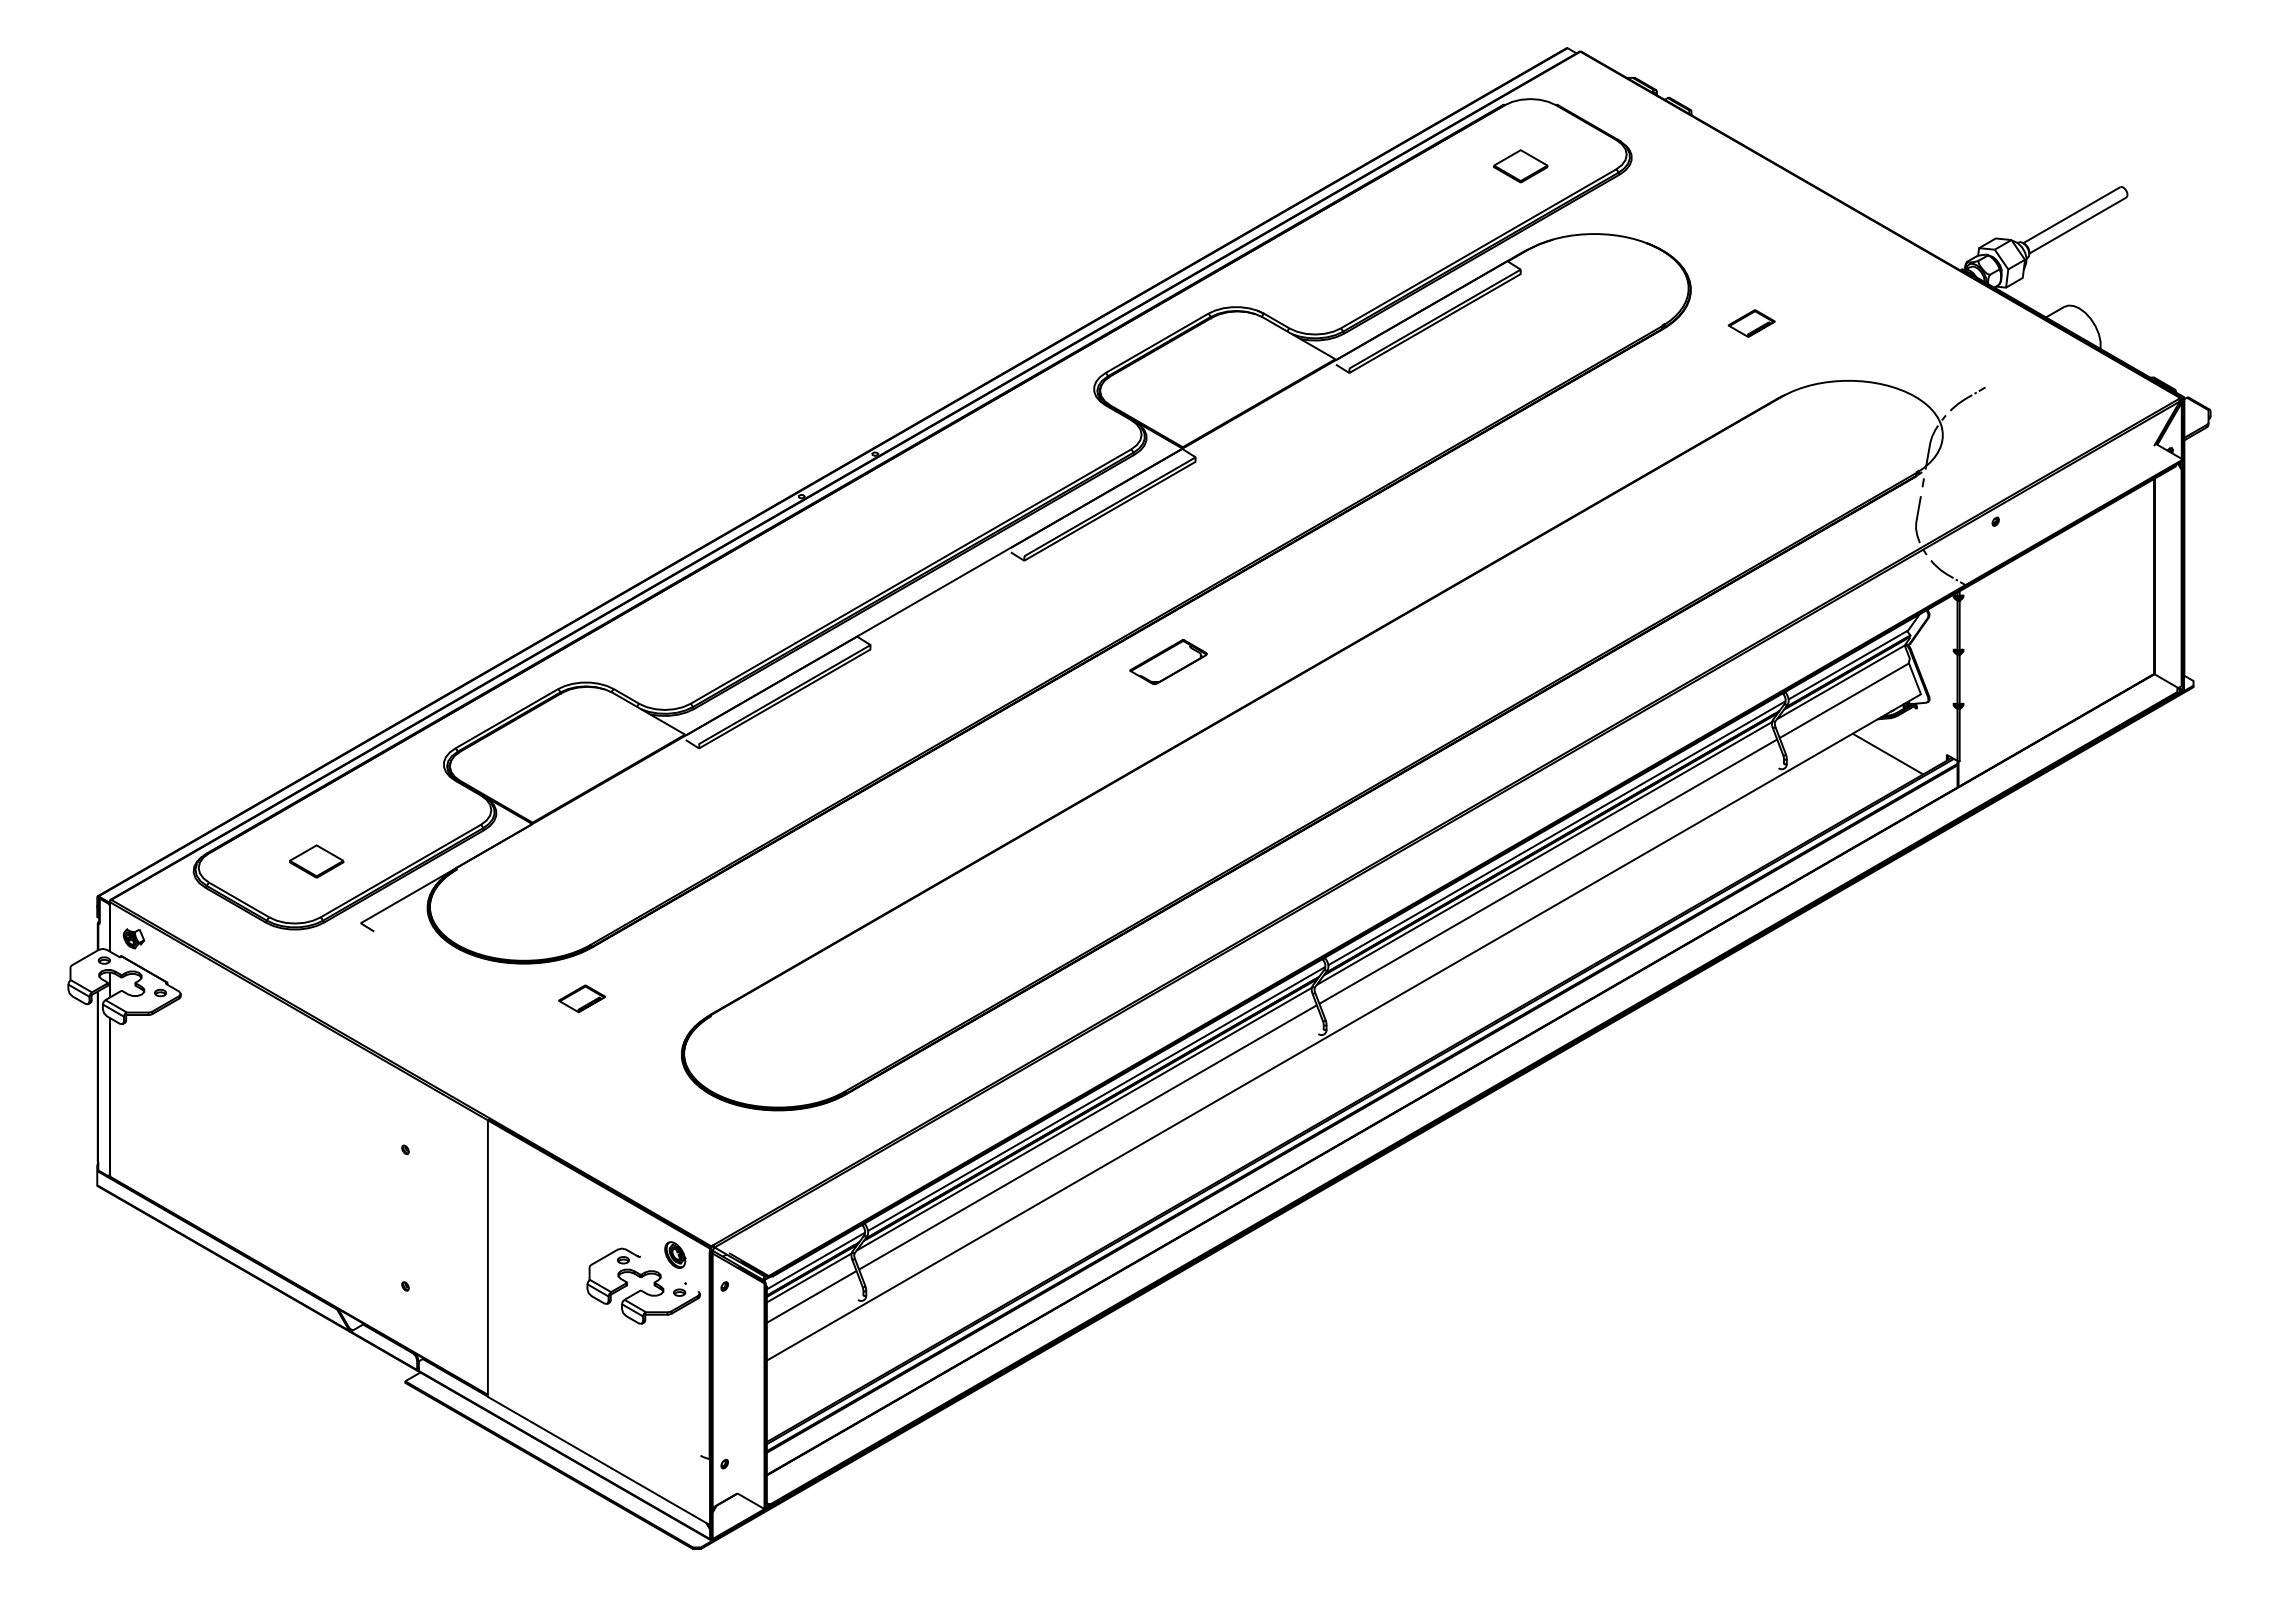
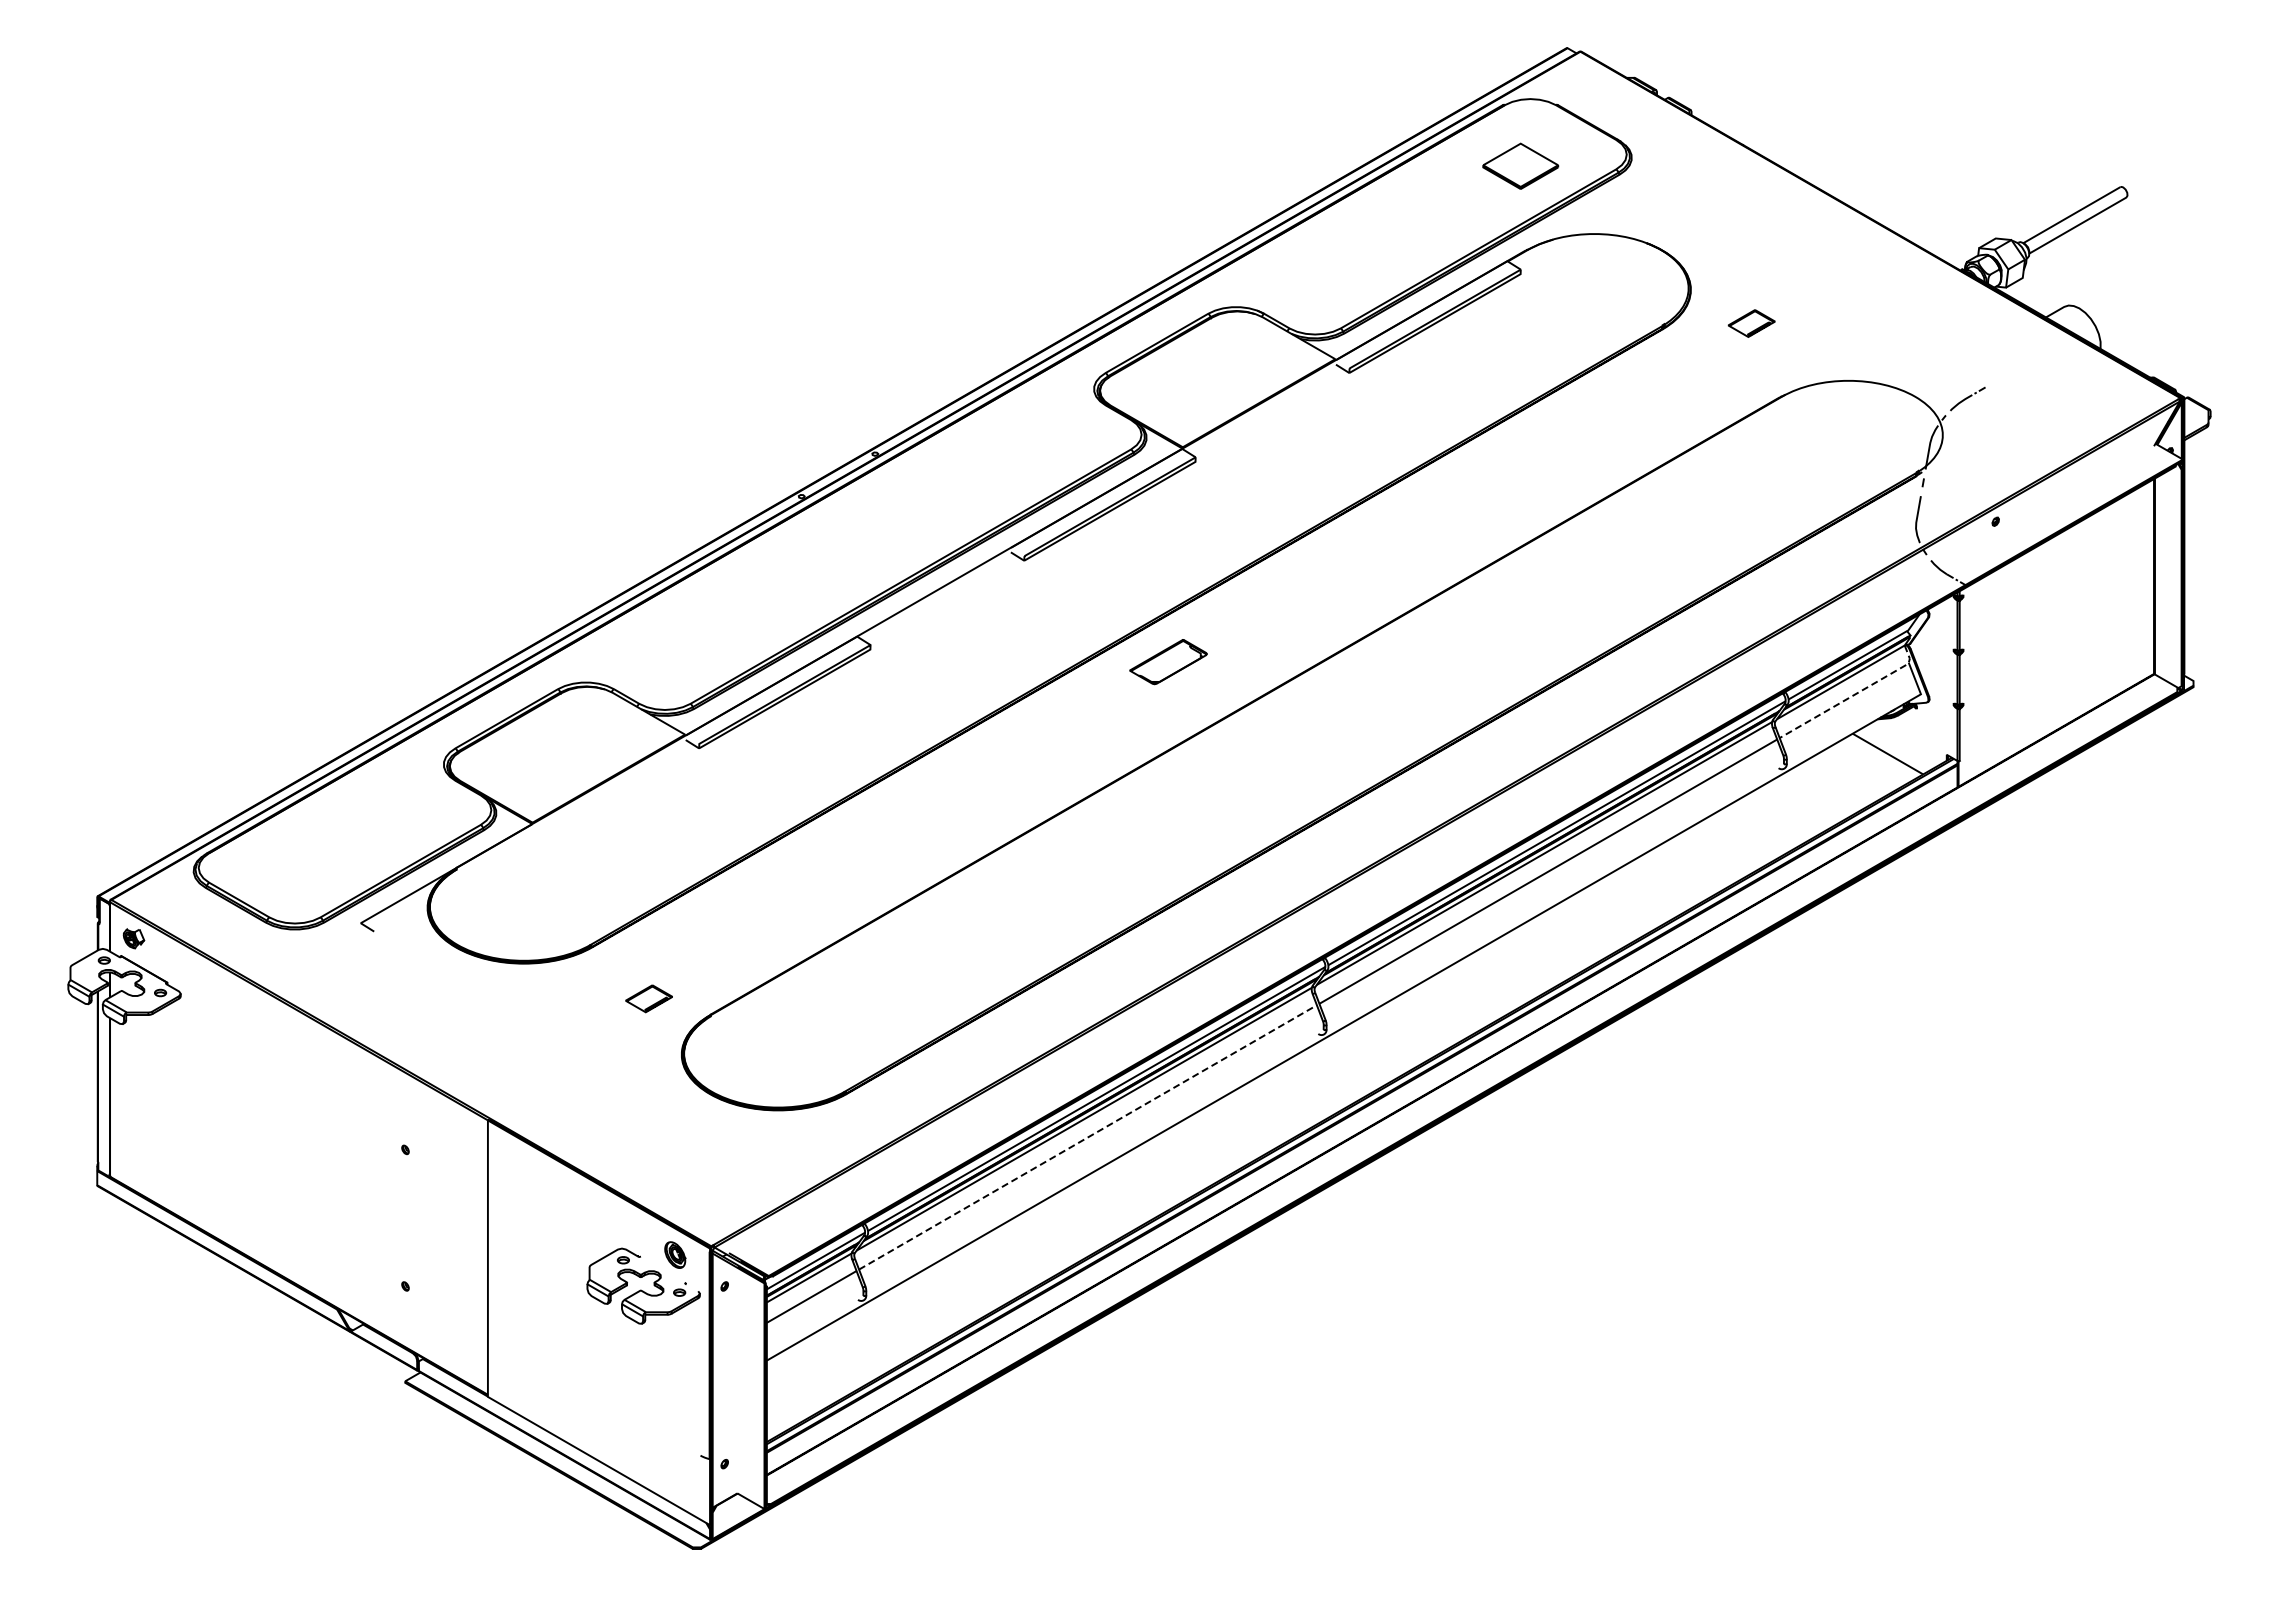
part at (1520, 166) size: 56x35 px -> 78x48 px
line at (1854, 695): solid -> dashed
part at (316, 861): present -> none
part at (581, 998) position: (581, 998) -> (648, 998)
line at (1088, 1137): solid -> dashed
